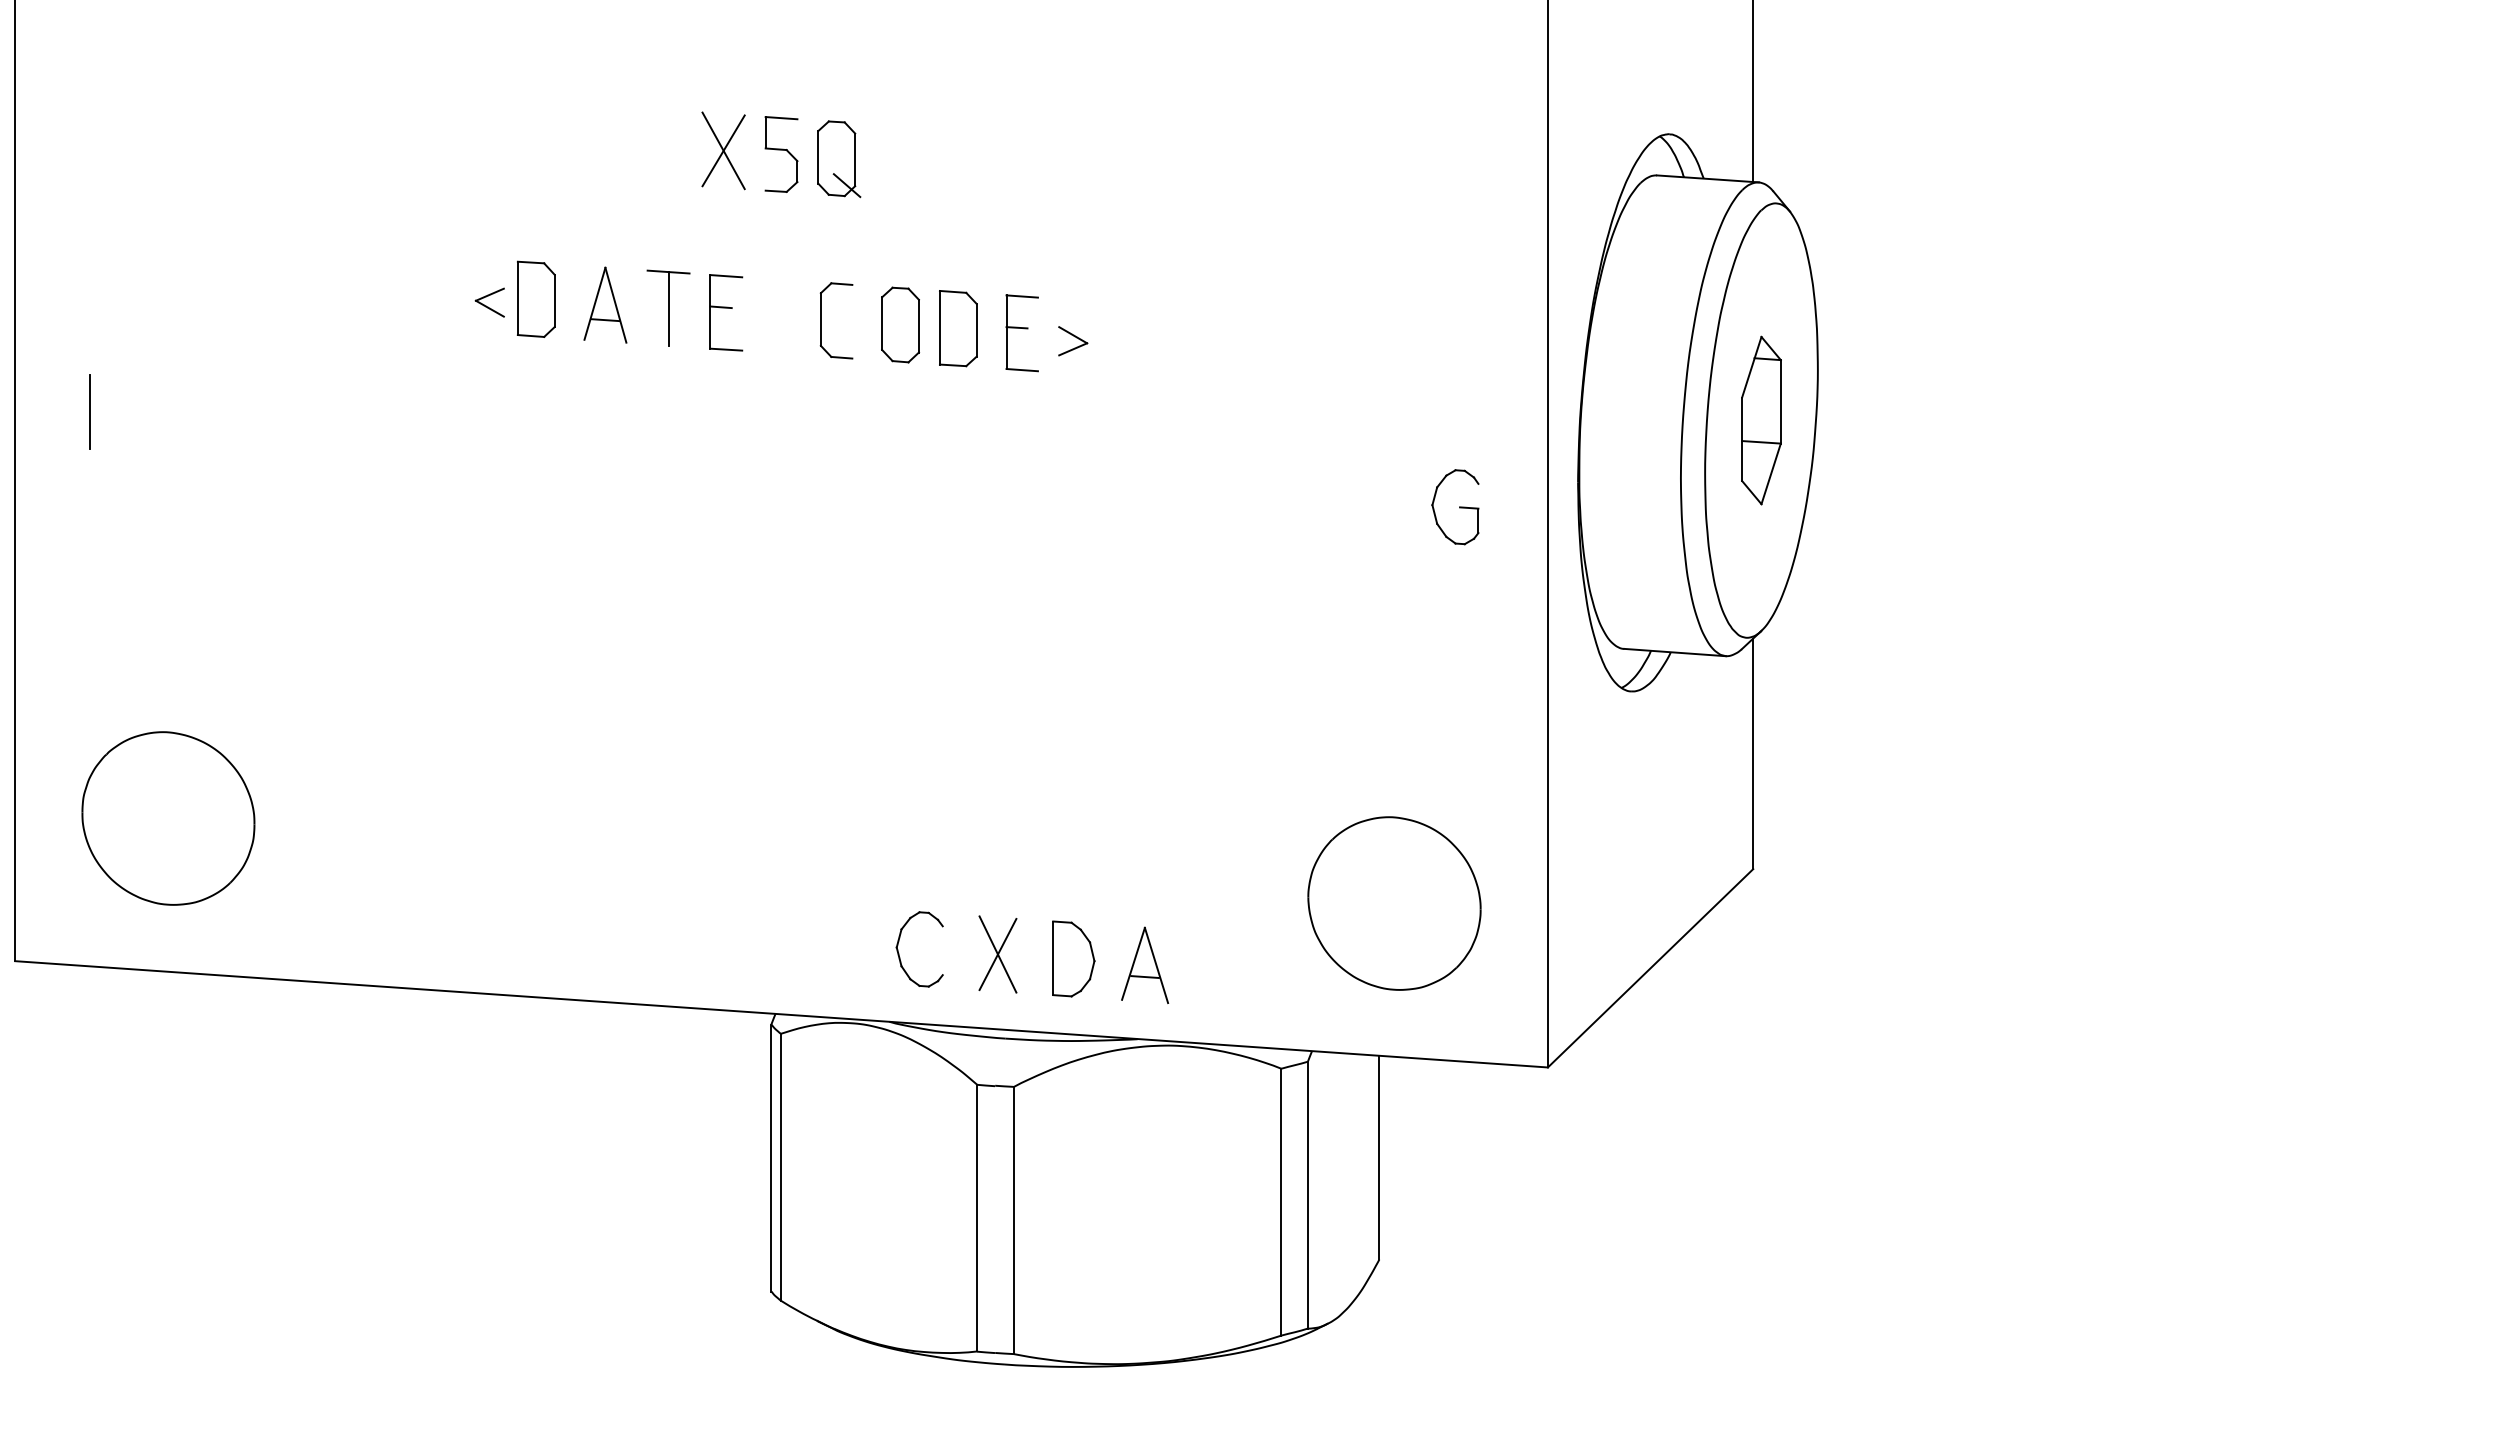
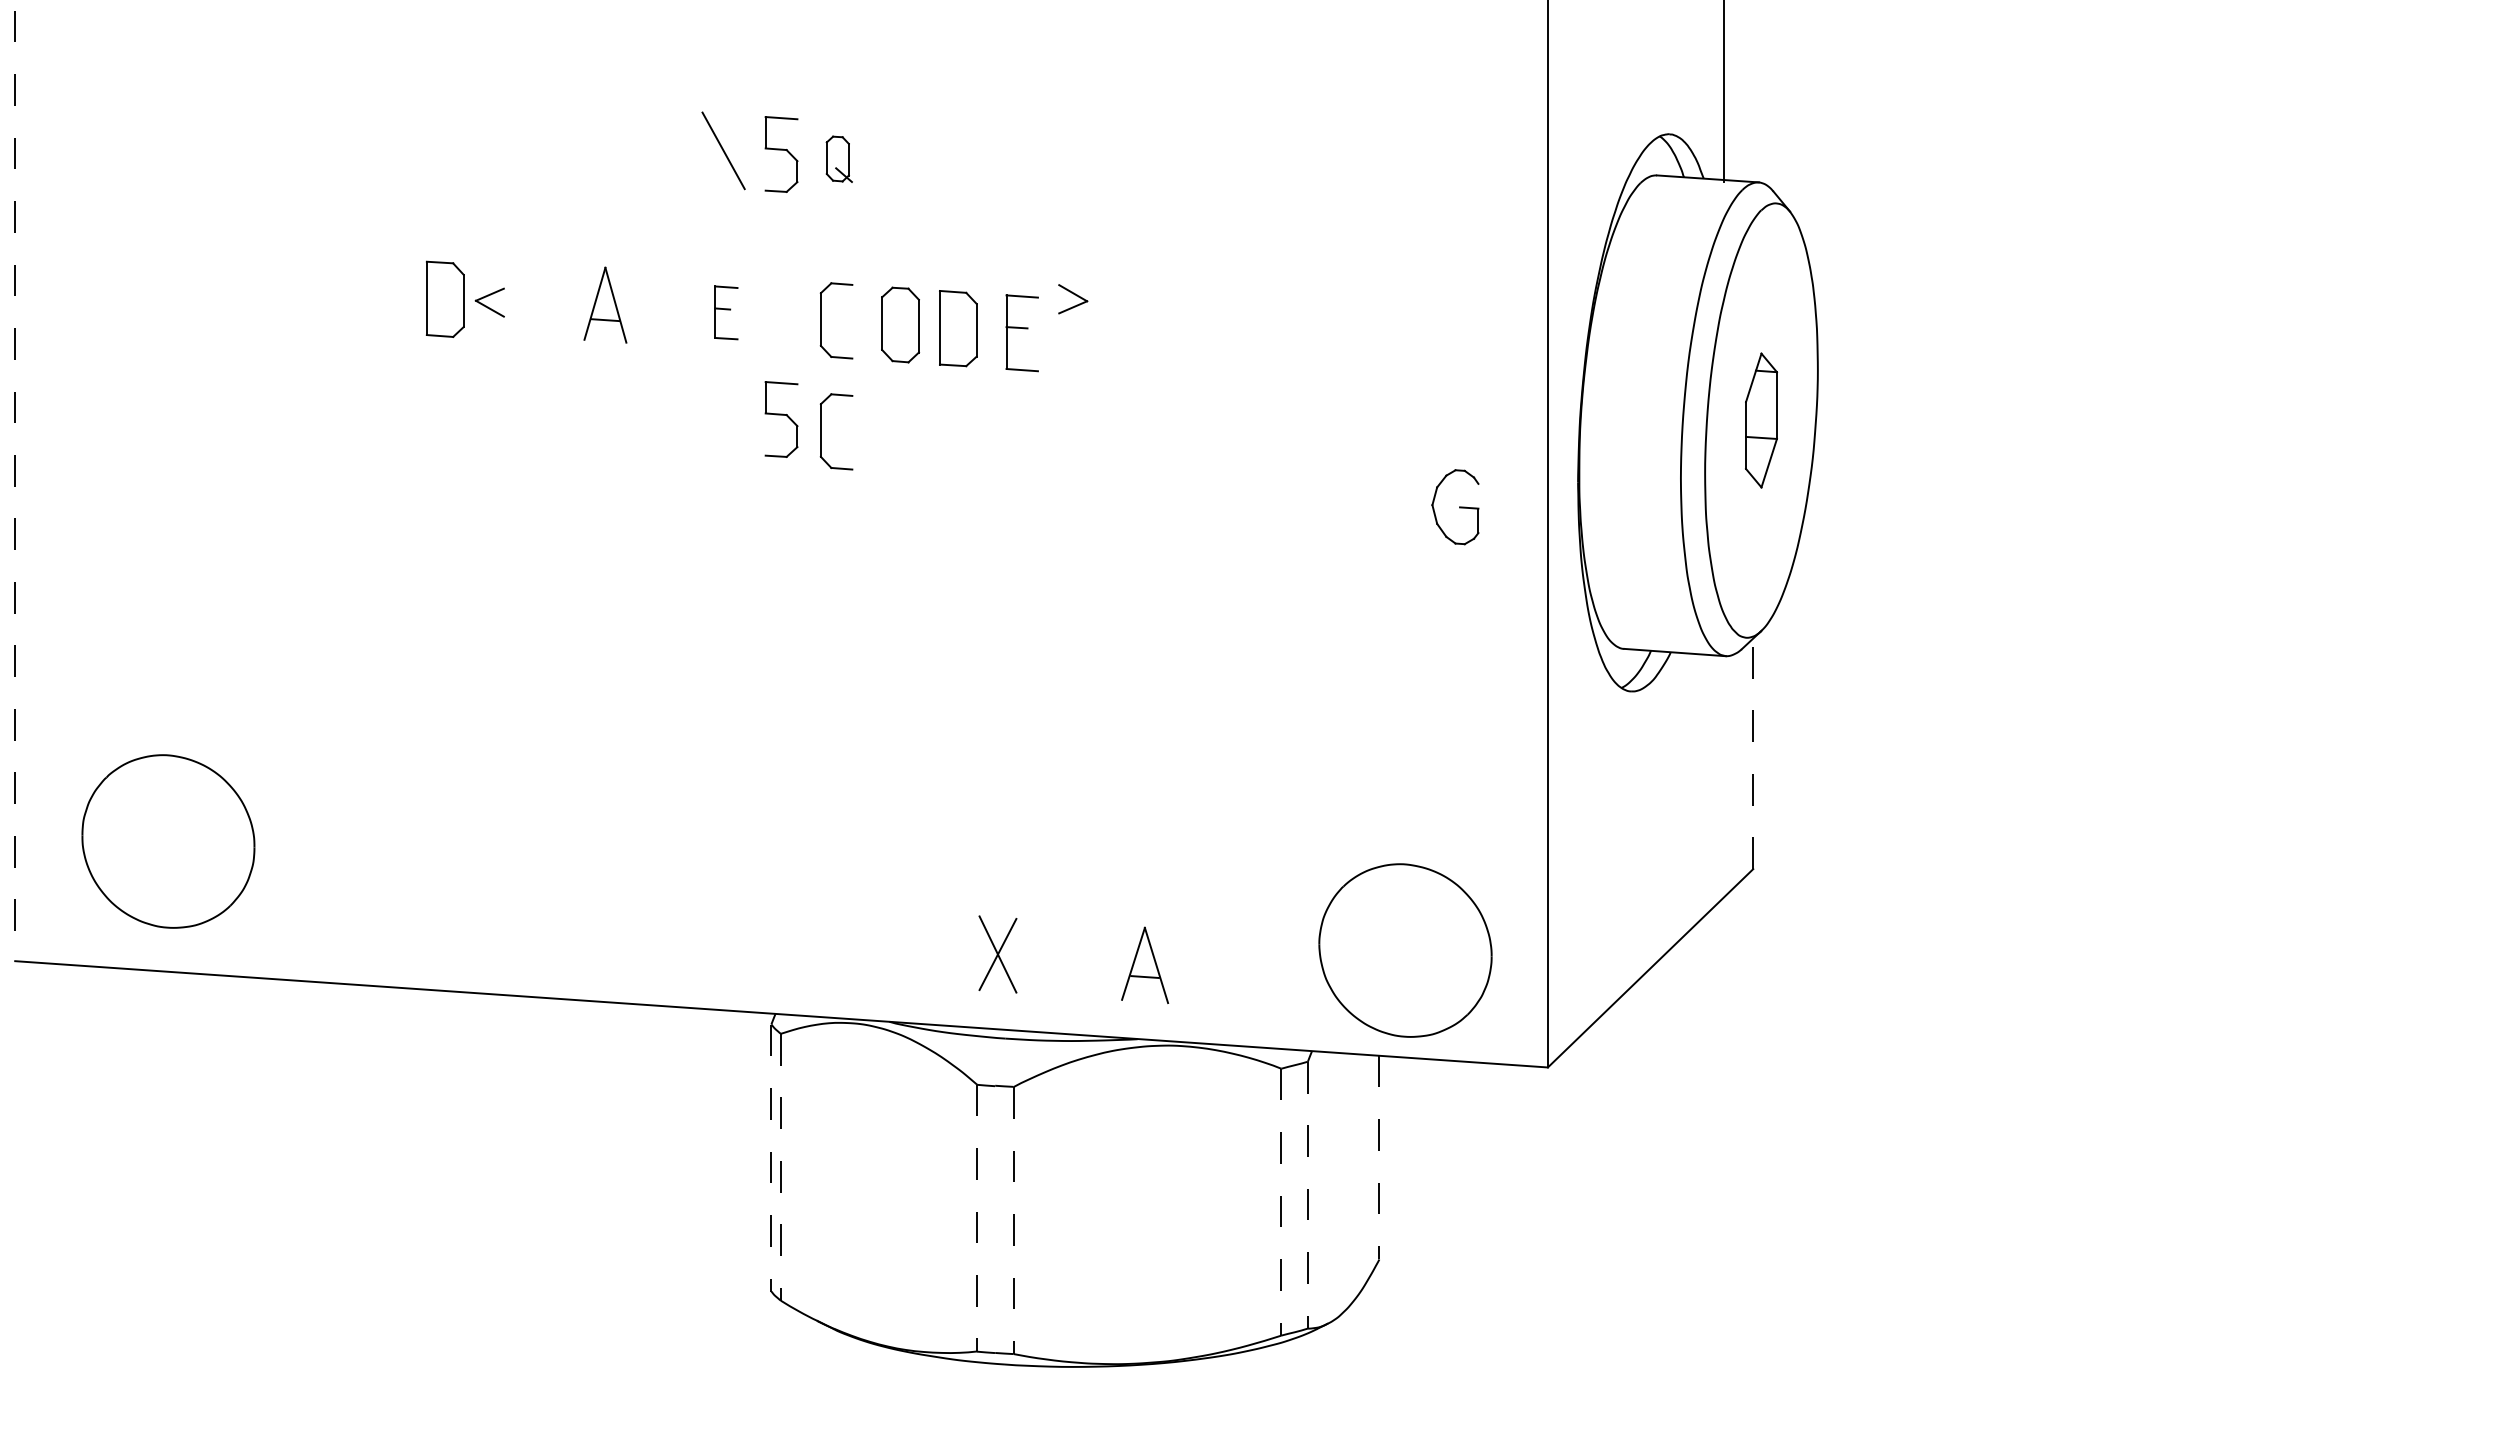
line at (1753, 92) position: (1753, 92) -> (1724, 92)
line at (723, 150): present -> none
part at (839, 159) size: 45x79 px -> 28x48 px
part at (535, 298) position: (535, 298) -> (444, 298)
part at (668, 307): present -> none
part at (726, 312) size: 35x78 px -> 25x56 px
part at (1073, 341) position: (1073, 341) -> (1073, 299)
line at (90, 411): present -> none
part at (781, 419): none -> present
part at (1761, 420) size: 41x171 px -> 33x137 px
part at (821, 431): none -> present
line at (15, 481): solid -> dashed
line at (1753, 753): solid -> dashed
part at (168, 818) position: (168, 818) -> (168, 841)
part at (1394, 903) position: (1394, 903) -> (1405, 950)
part at (899, 953): present -> none
part at (1073, 958): present -> none
line at (1379, 1157): solid -> dashed
line at (771, 1158): solid -> dashed
line at (780, 1167): solid -> dashed
line at (1307, 1195): solid -> dashed
line at (1281, 1202): solid -> dashed
line at (977, 1218): solid -> dashed
line at (1013, 1221): solid -> dashed
